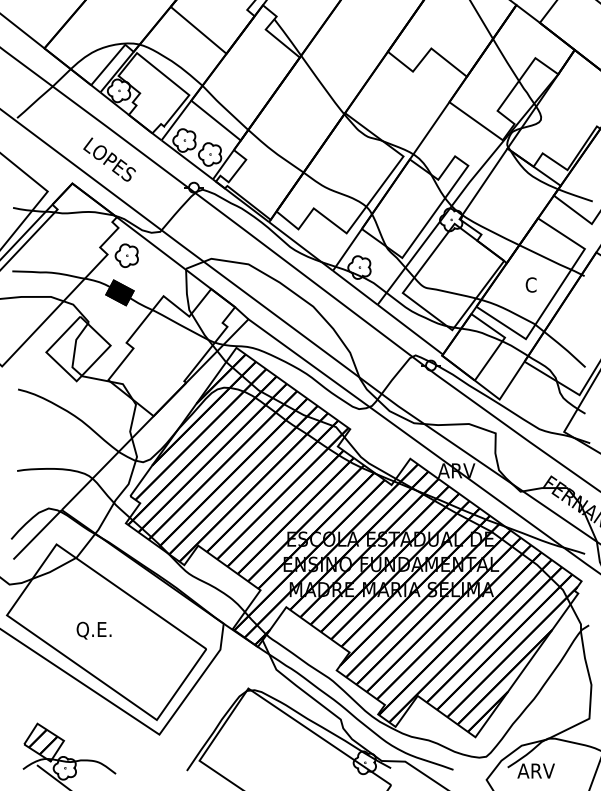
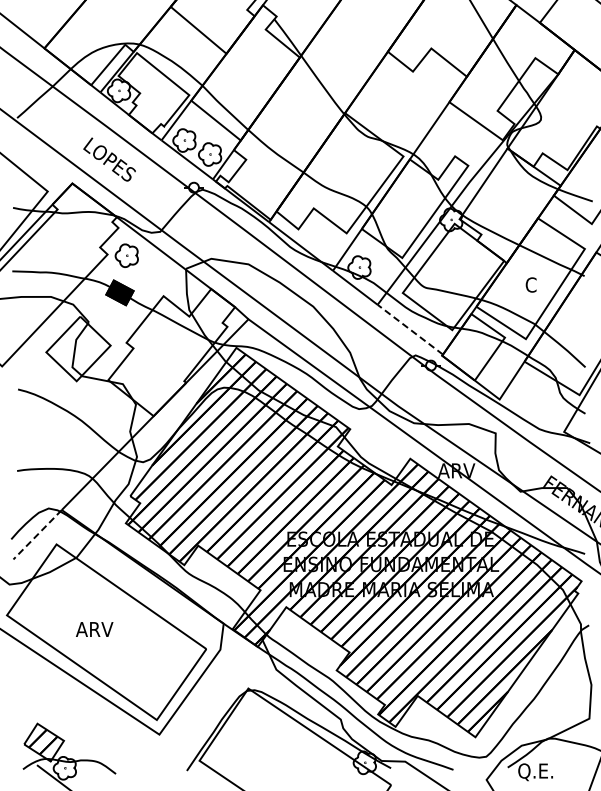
line at (409, 329): solid -> dashed
line at (37, 534): solid -> dashed
text at (94, 630): Q.E. -> ARV
text at (535, 772): ARV -> Q.E.
